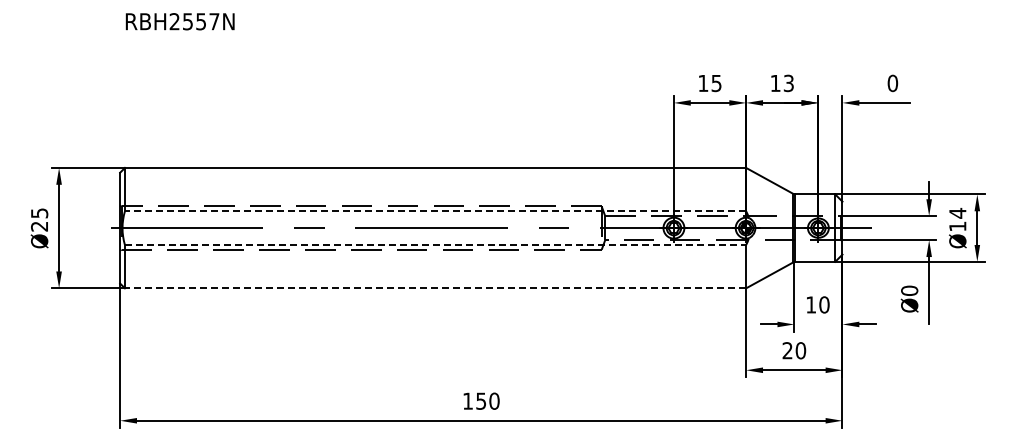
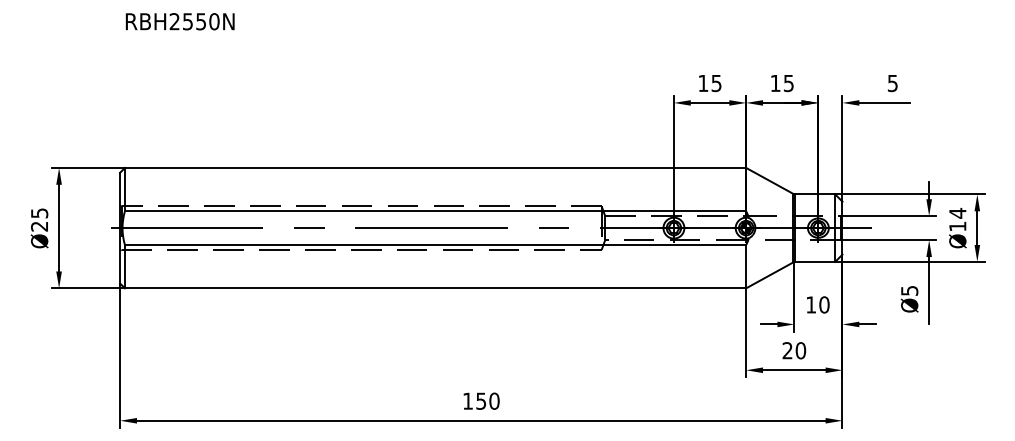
text at (214, 21): RBH2557N -> RBH2550N
text at (788, 82): 13 -> 15
text at (892, 83): 0 -> 5
line at (435, 211): dashed -> solid
line at (435, 245): dashed -> solid
line at (435, 288): dashed -> solid
text at (909, 290): Ø0 -> Ø5
